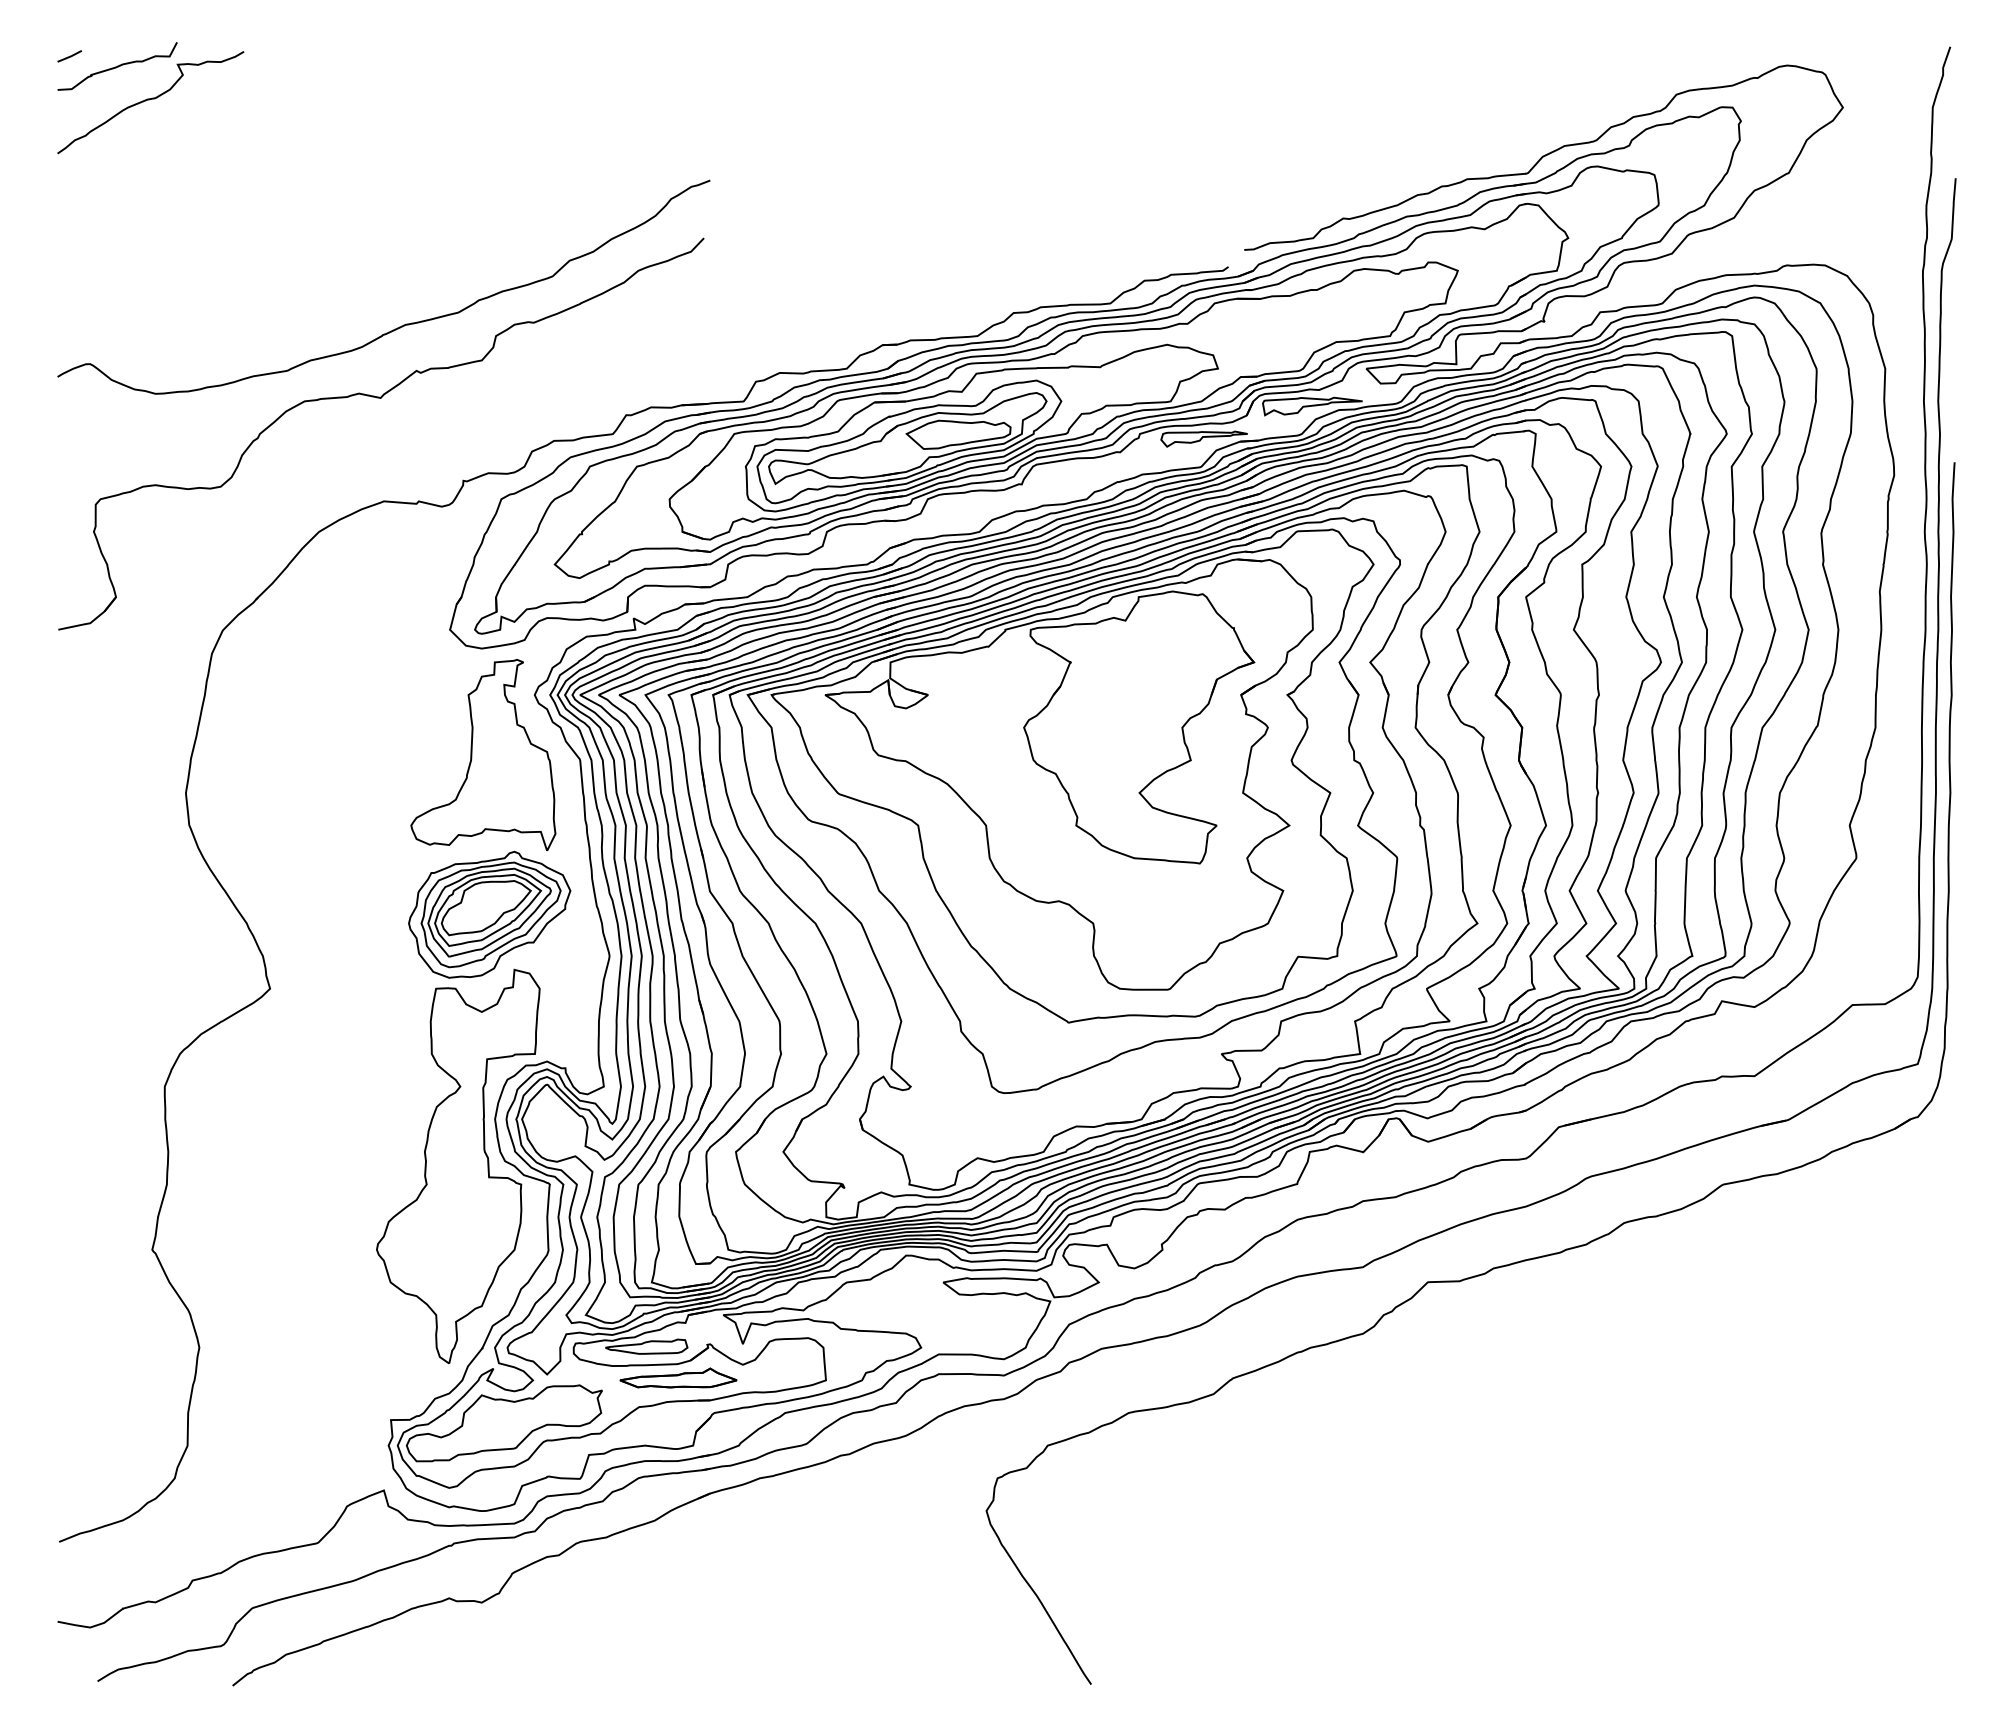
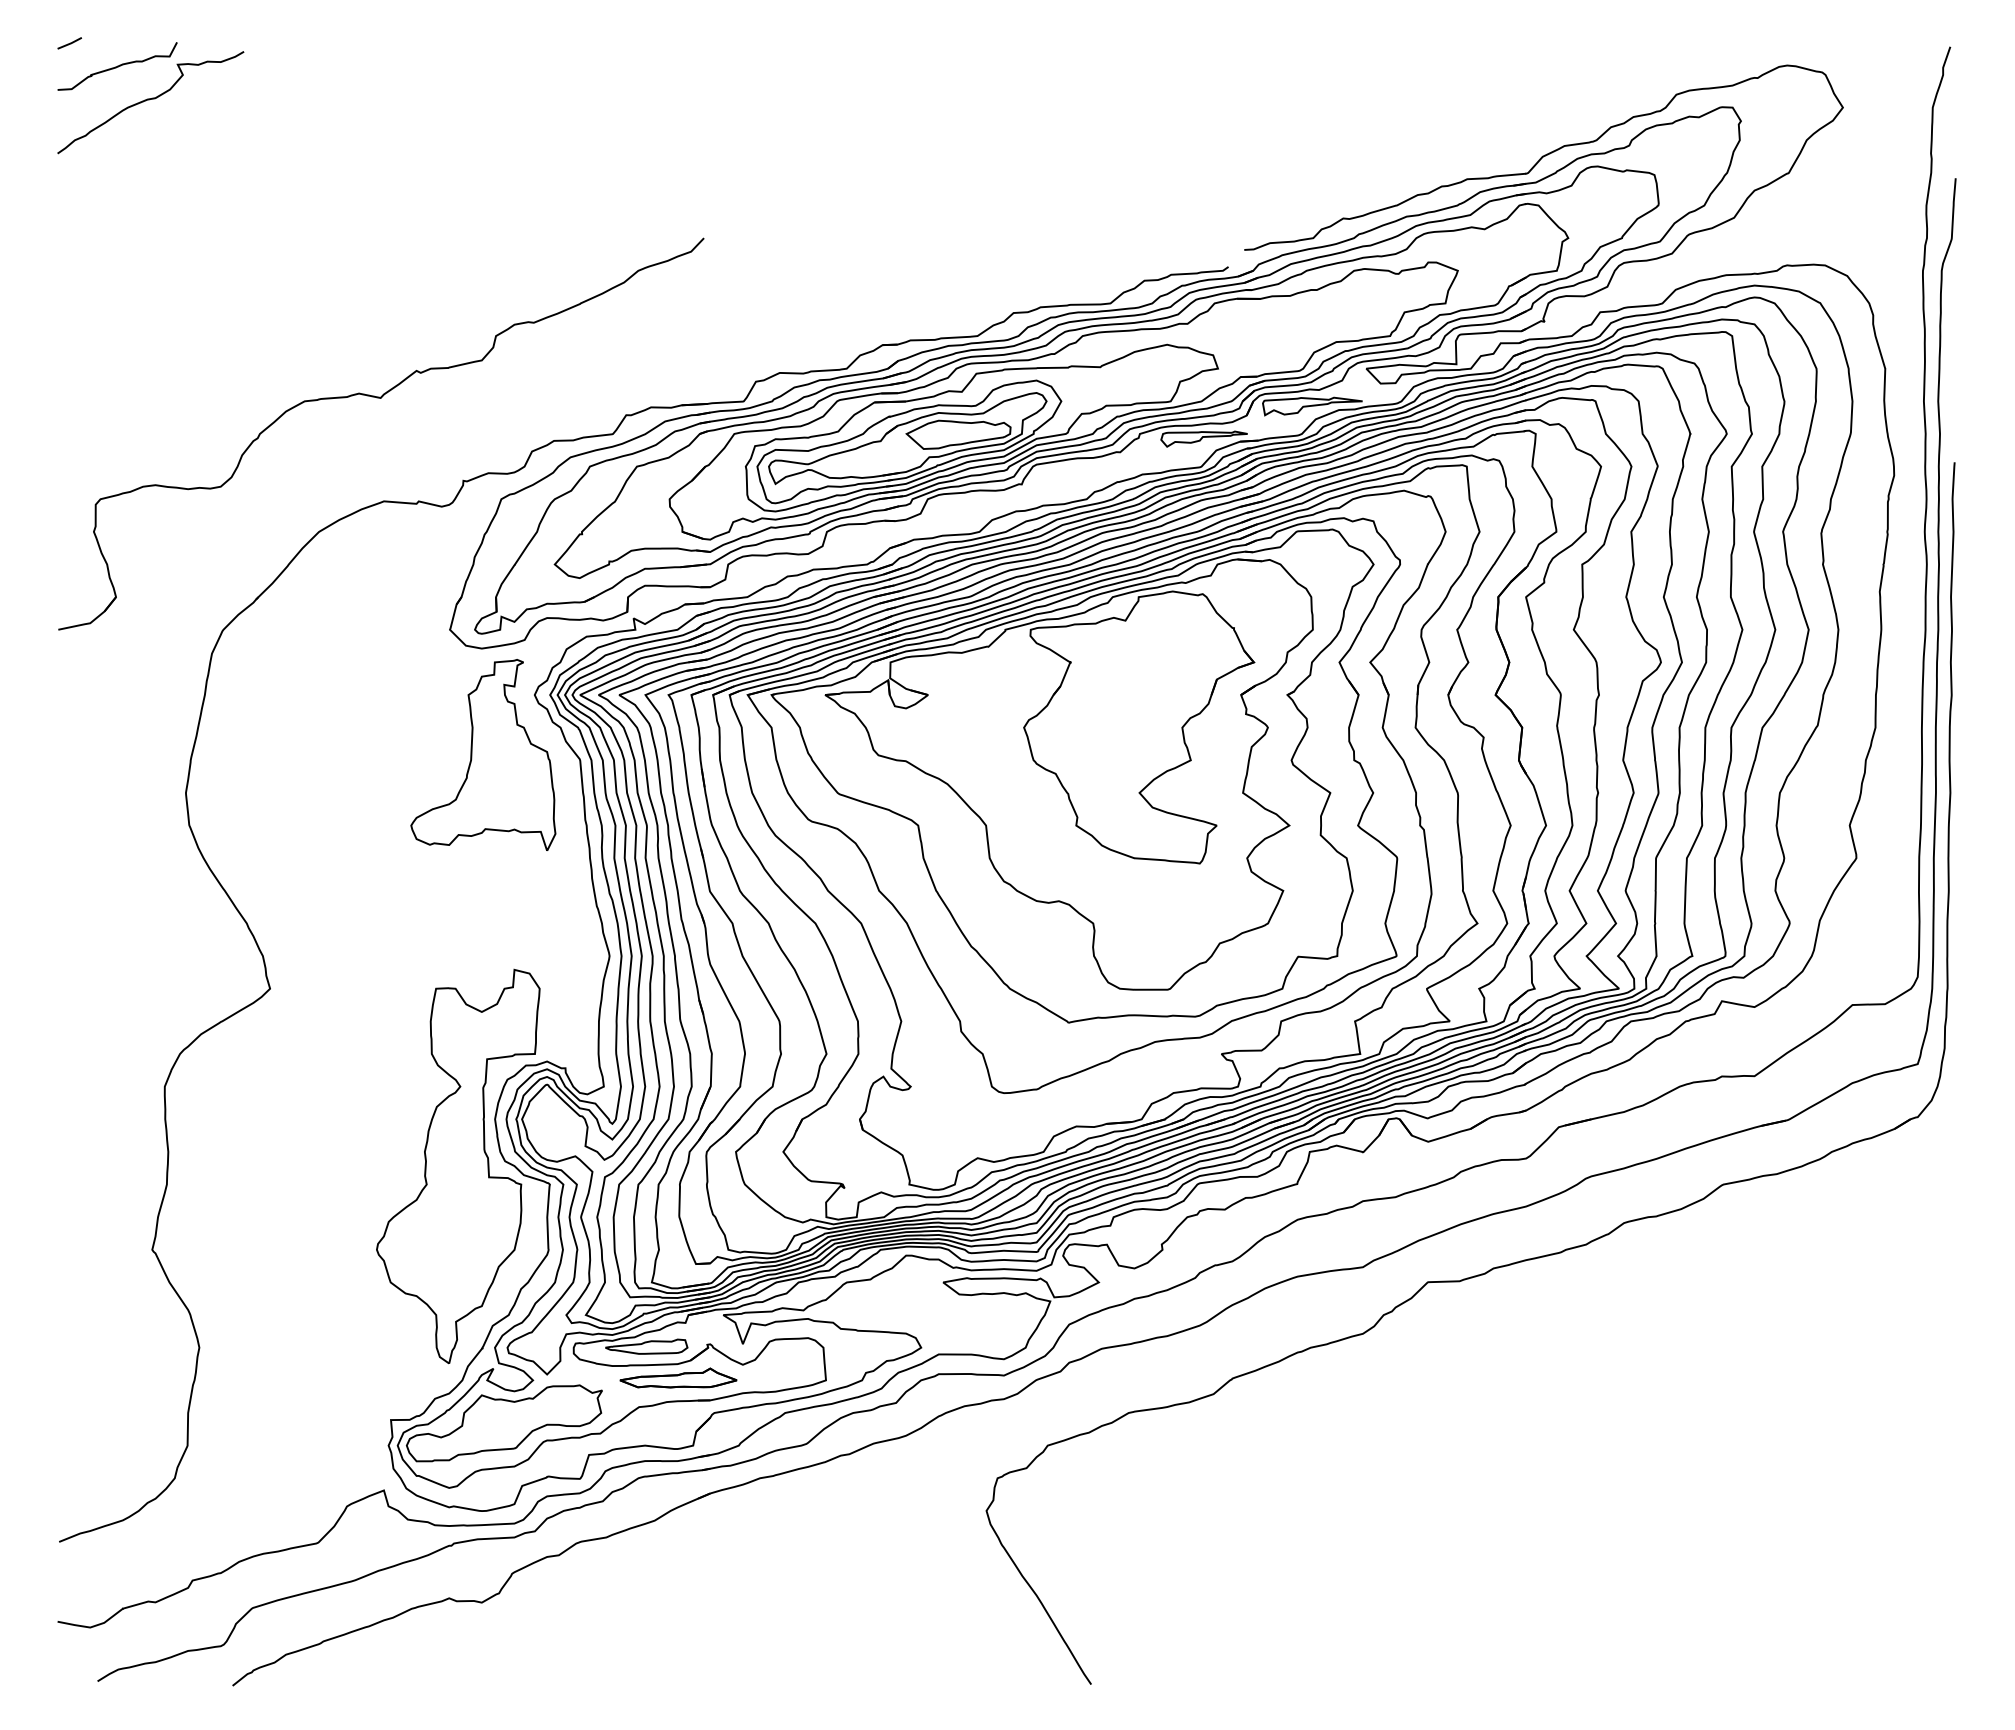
line at (69, 56) position: (69, 56) -> (69, 43)
curve at (403, 324): present -> none
part at (489, 914): present -> none
